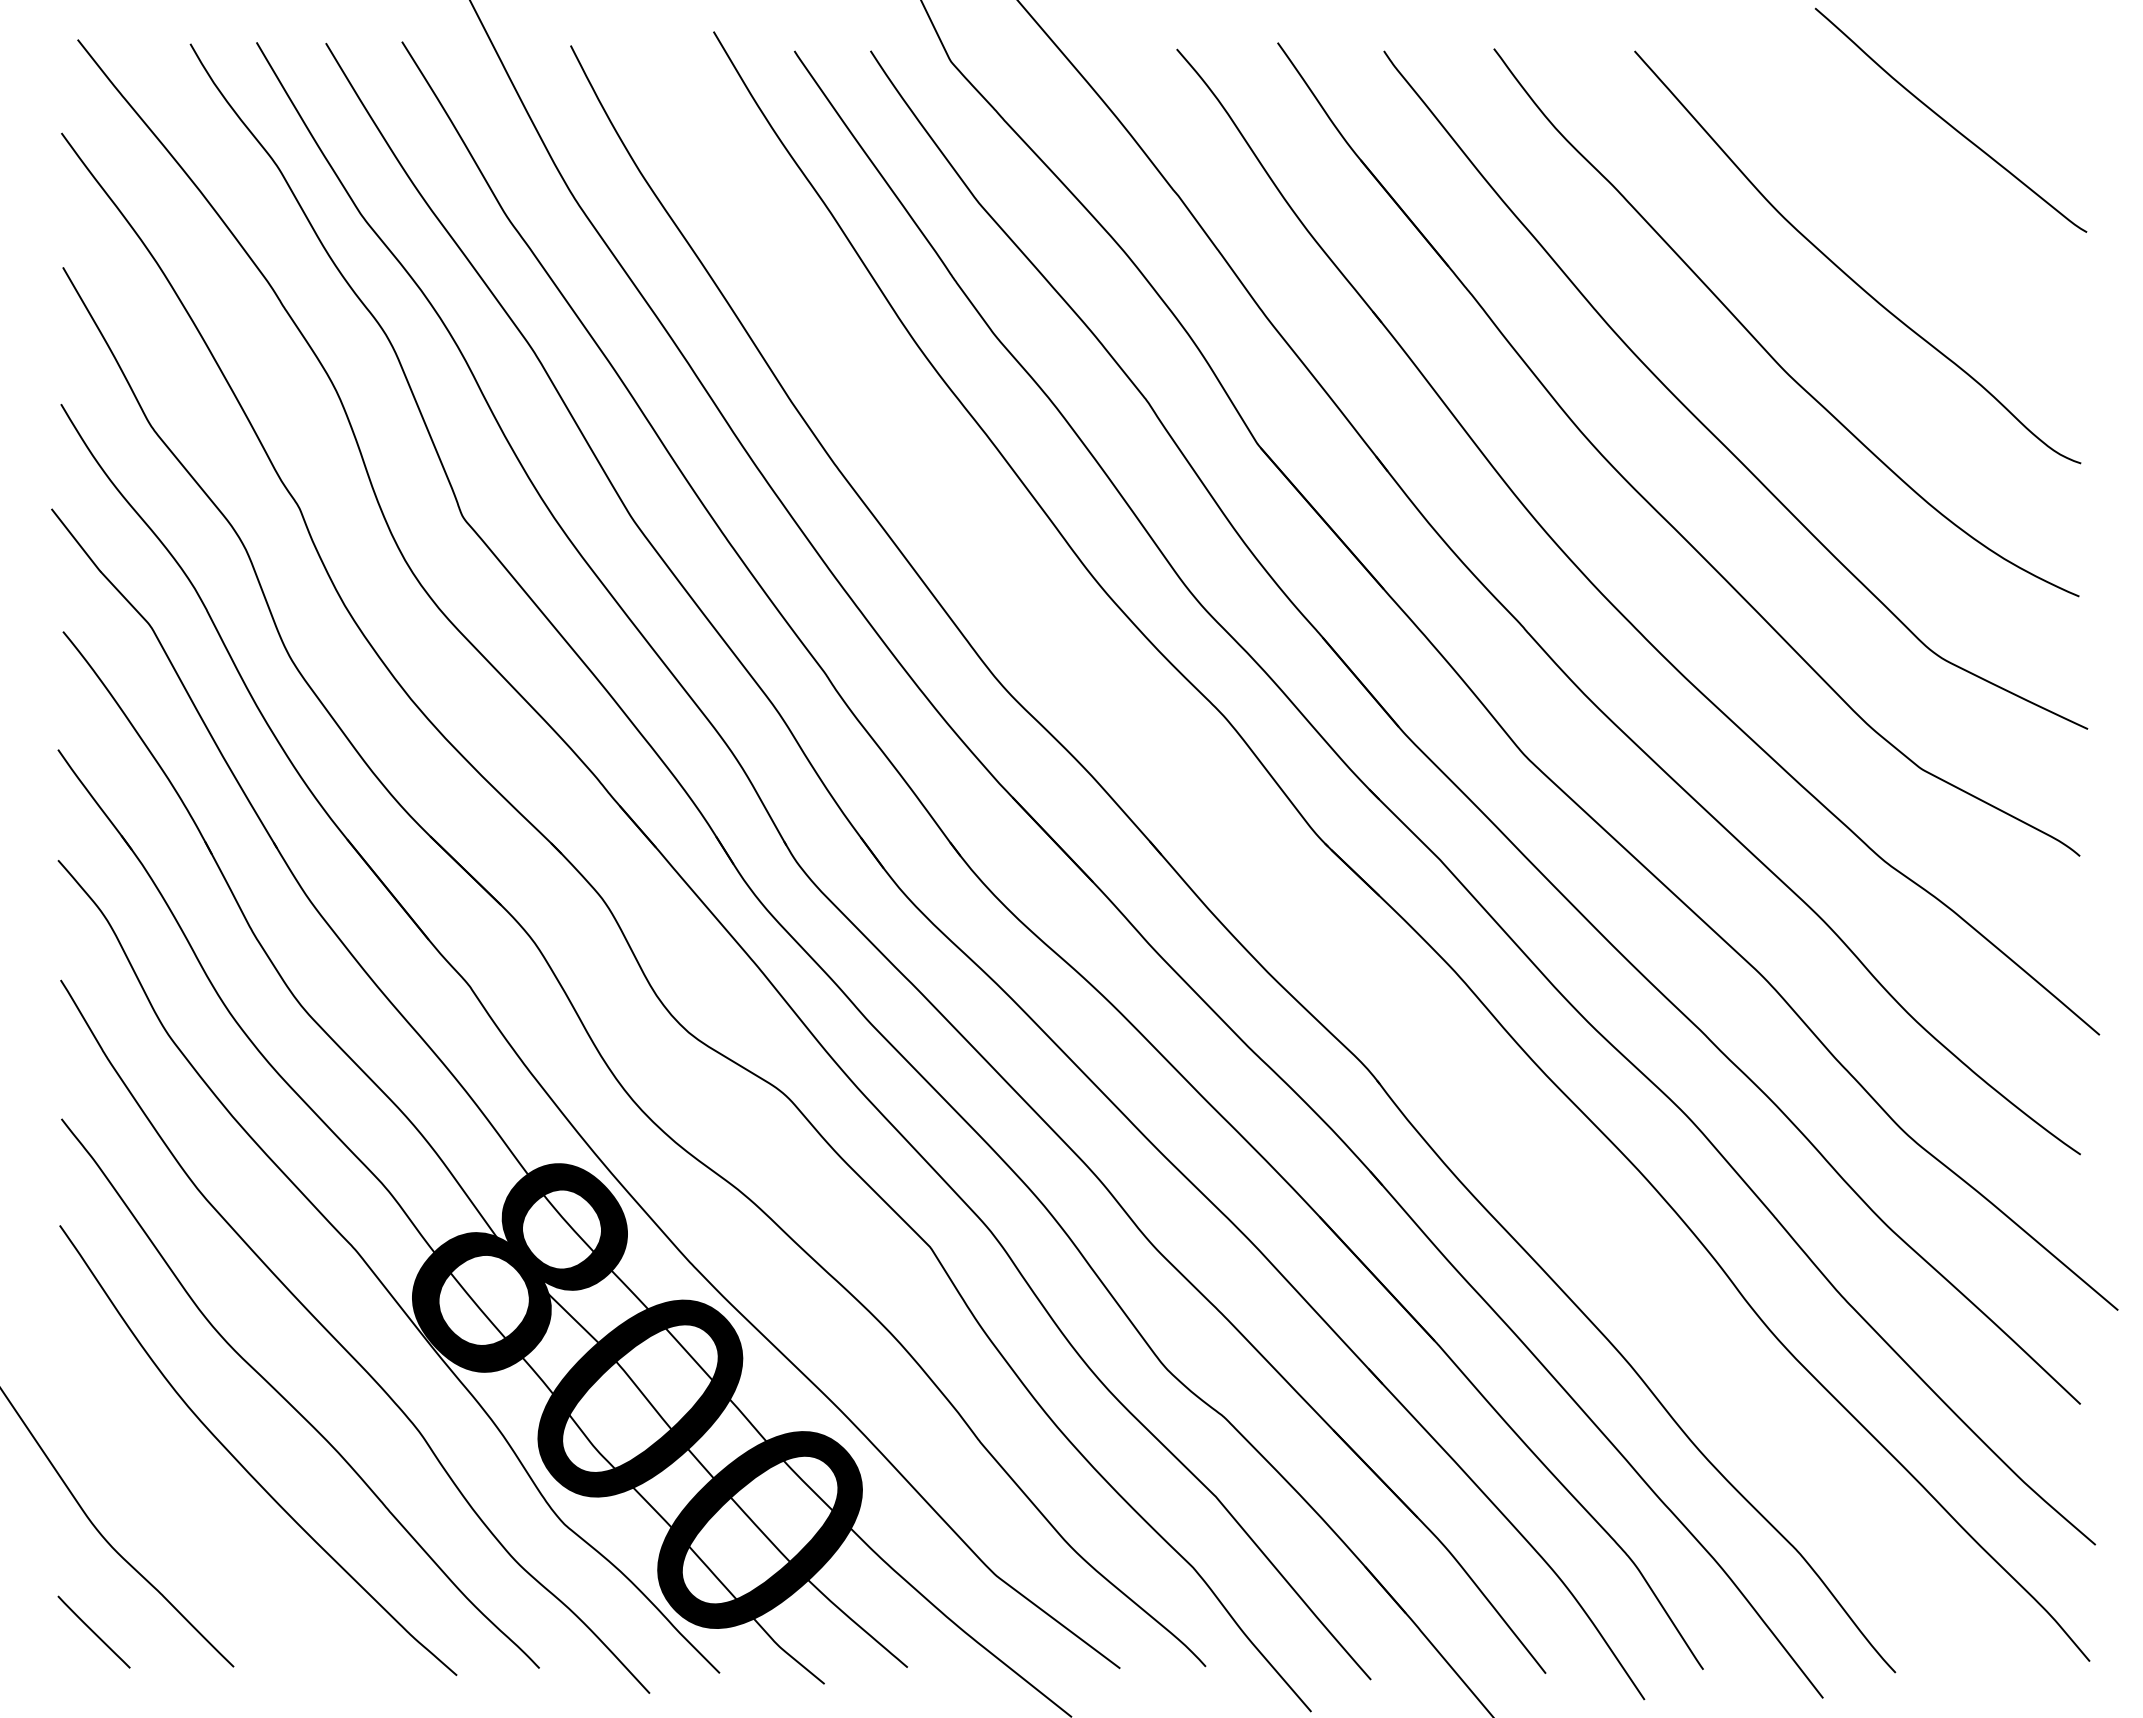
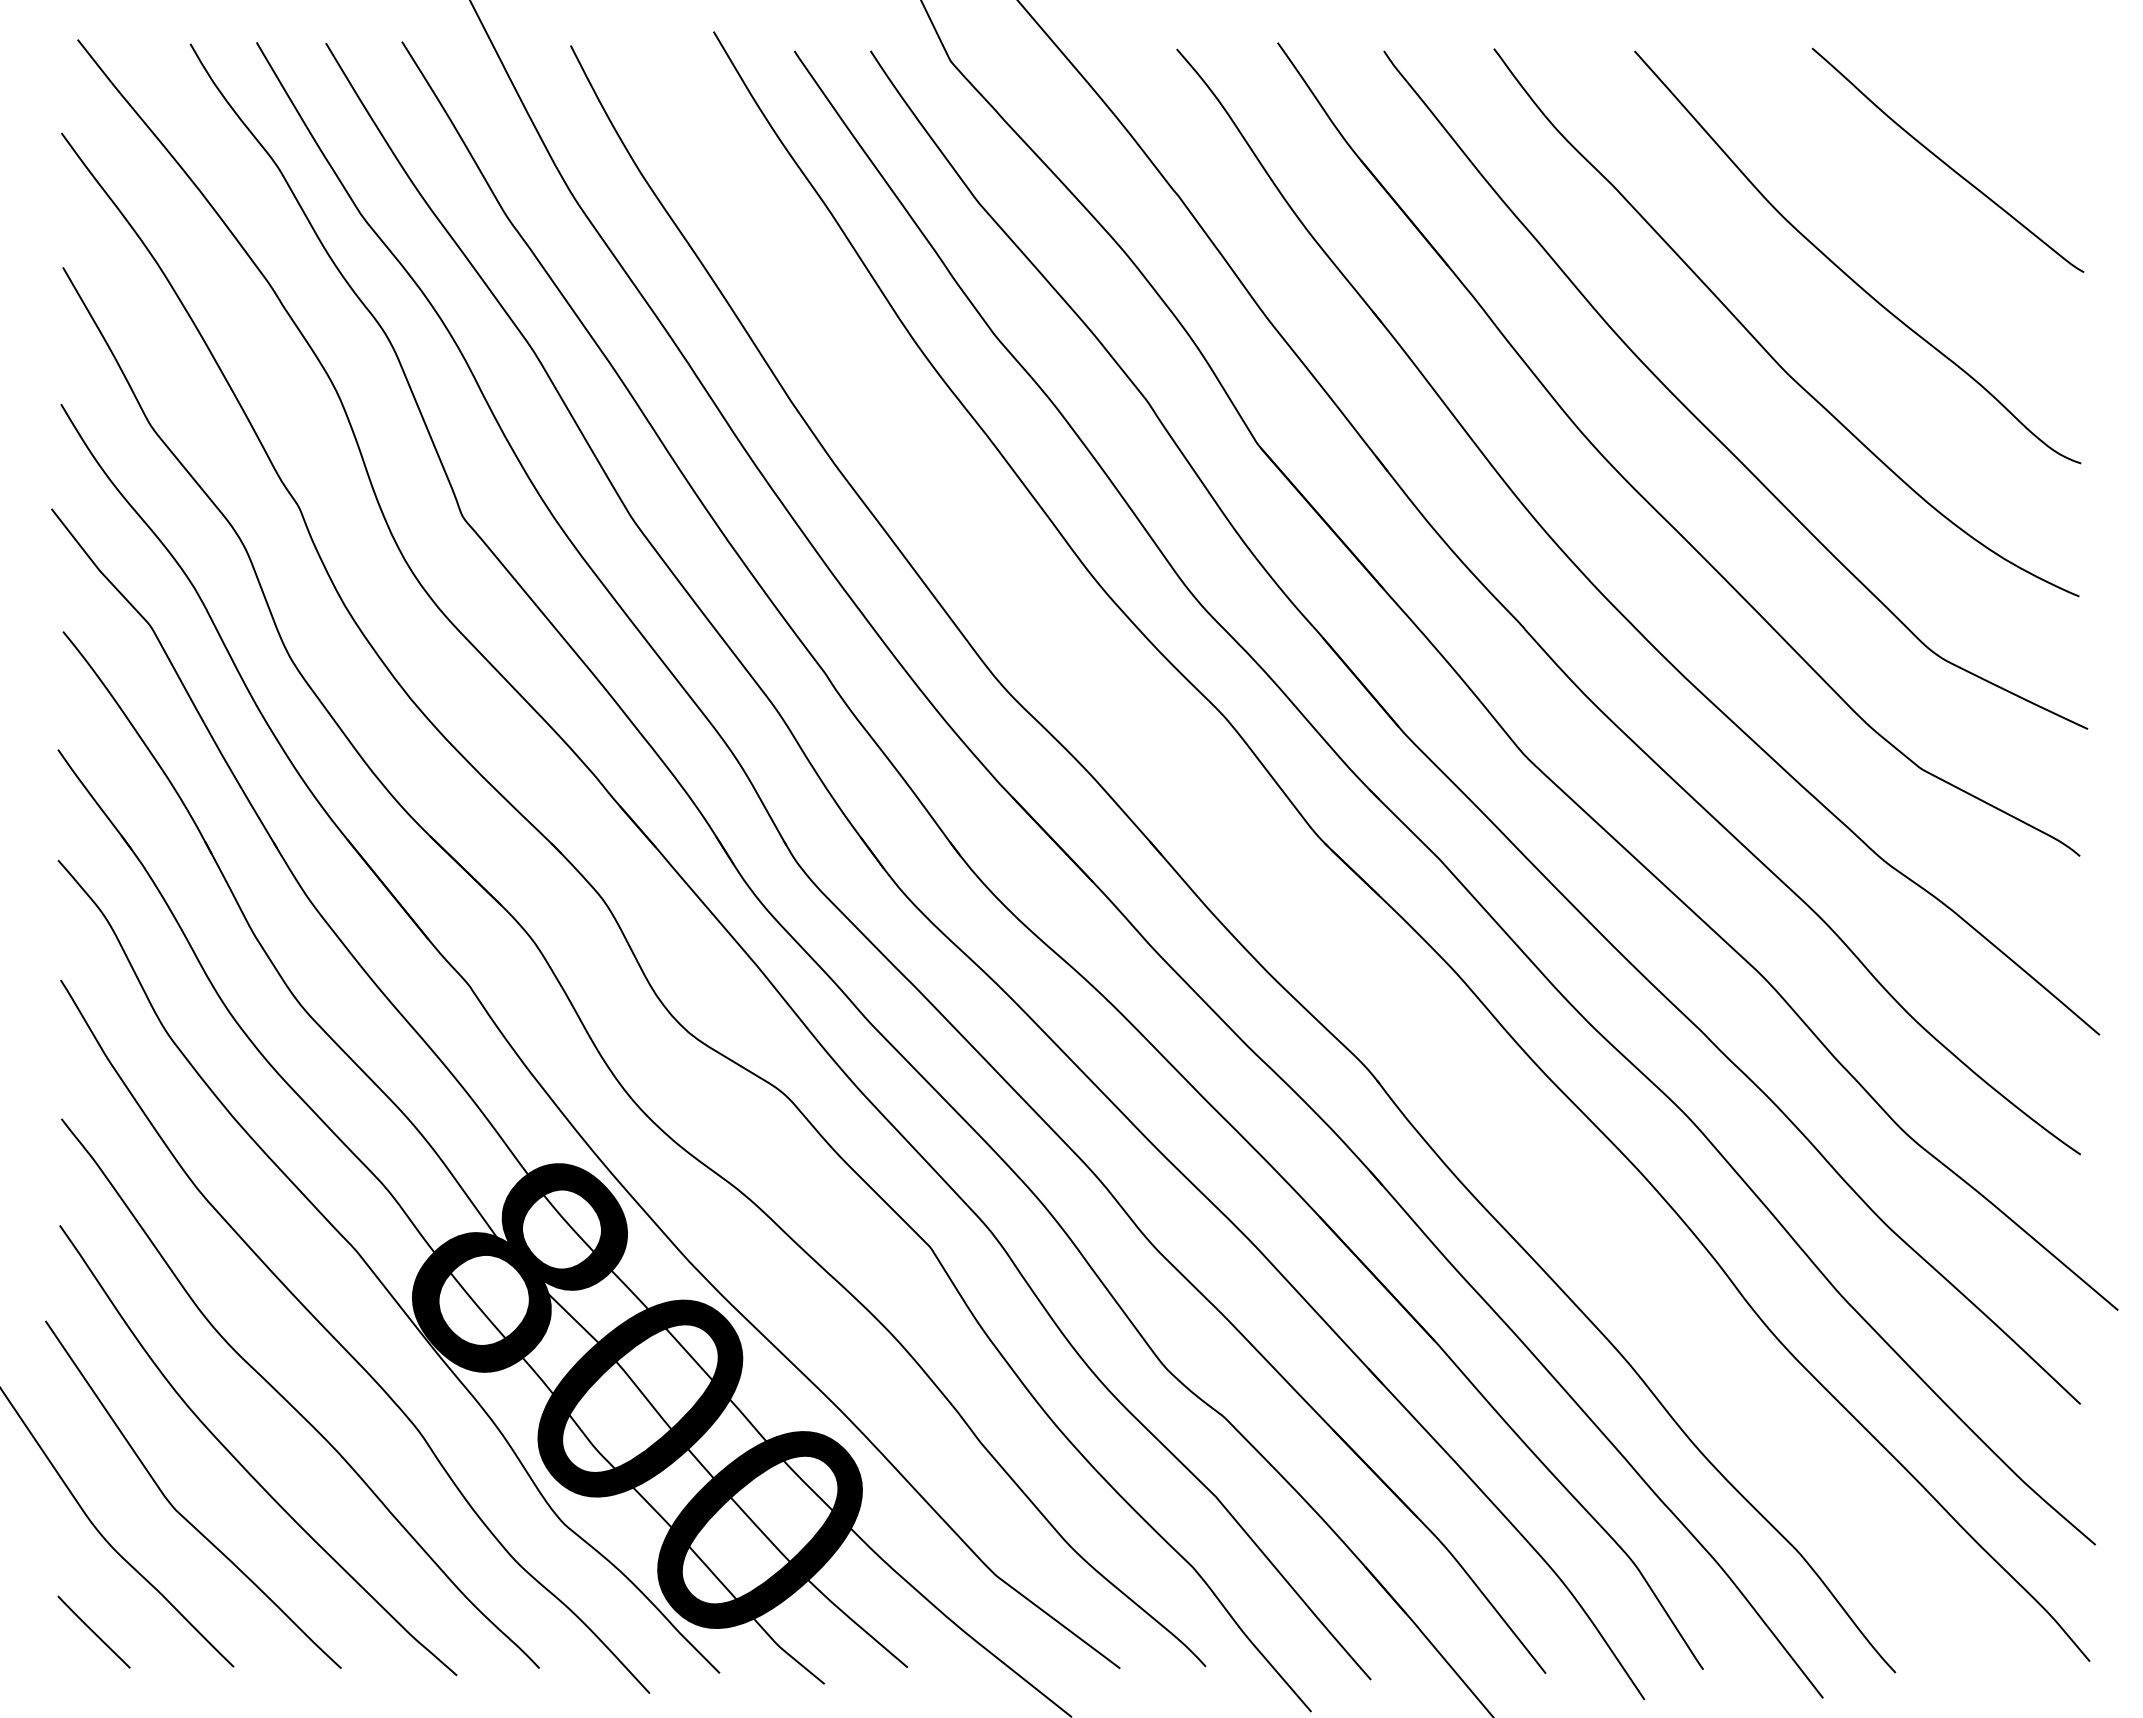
curve at (1947, 121) position: (1947, 121) -> (1944, 161)
curve at (177, 1510): none -> present
